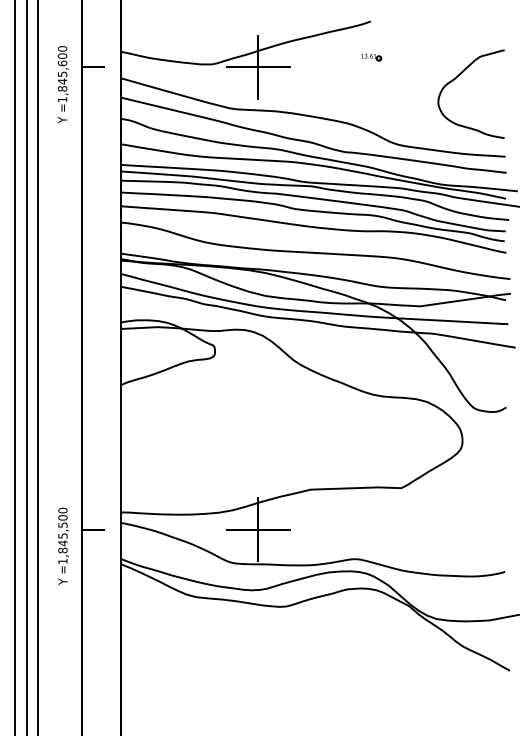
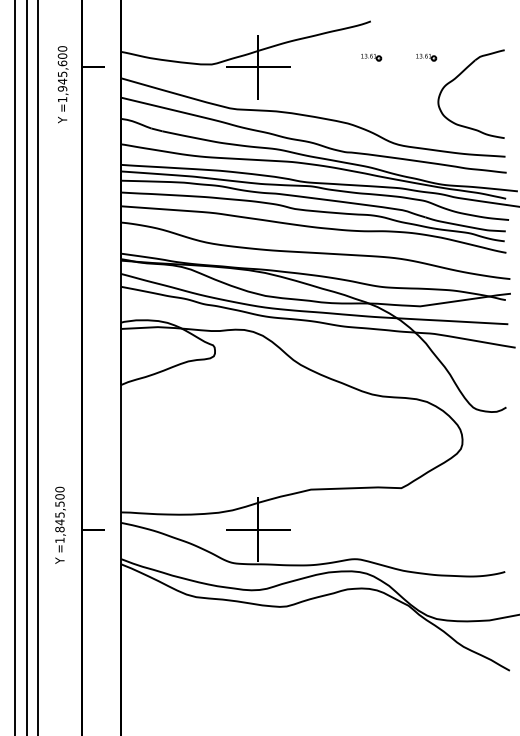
part at (426, 57): none -> present
text at (62, 88): =1,845,600 -> =1,945,600
text at (63, 545) position: (63, 545) -> (60, 524)
